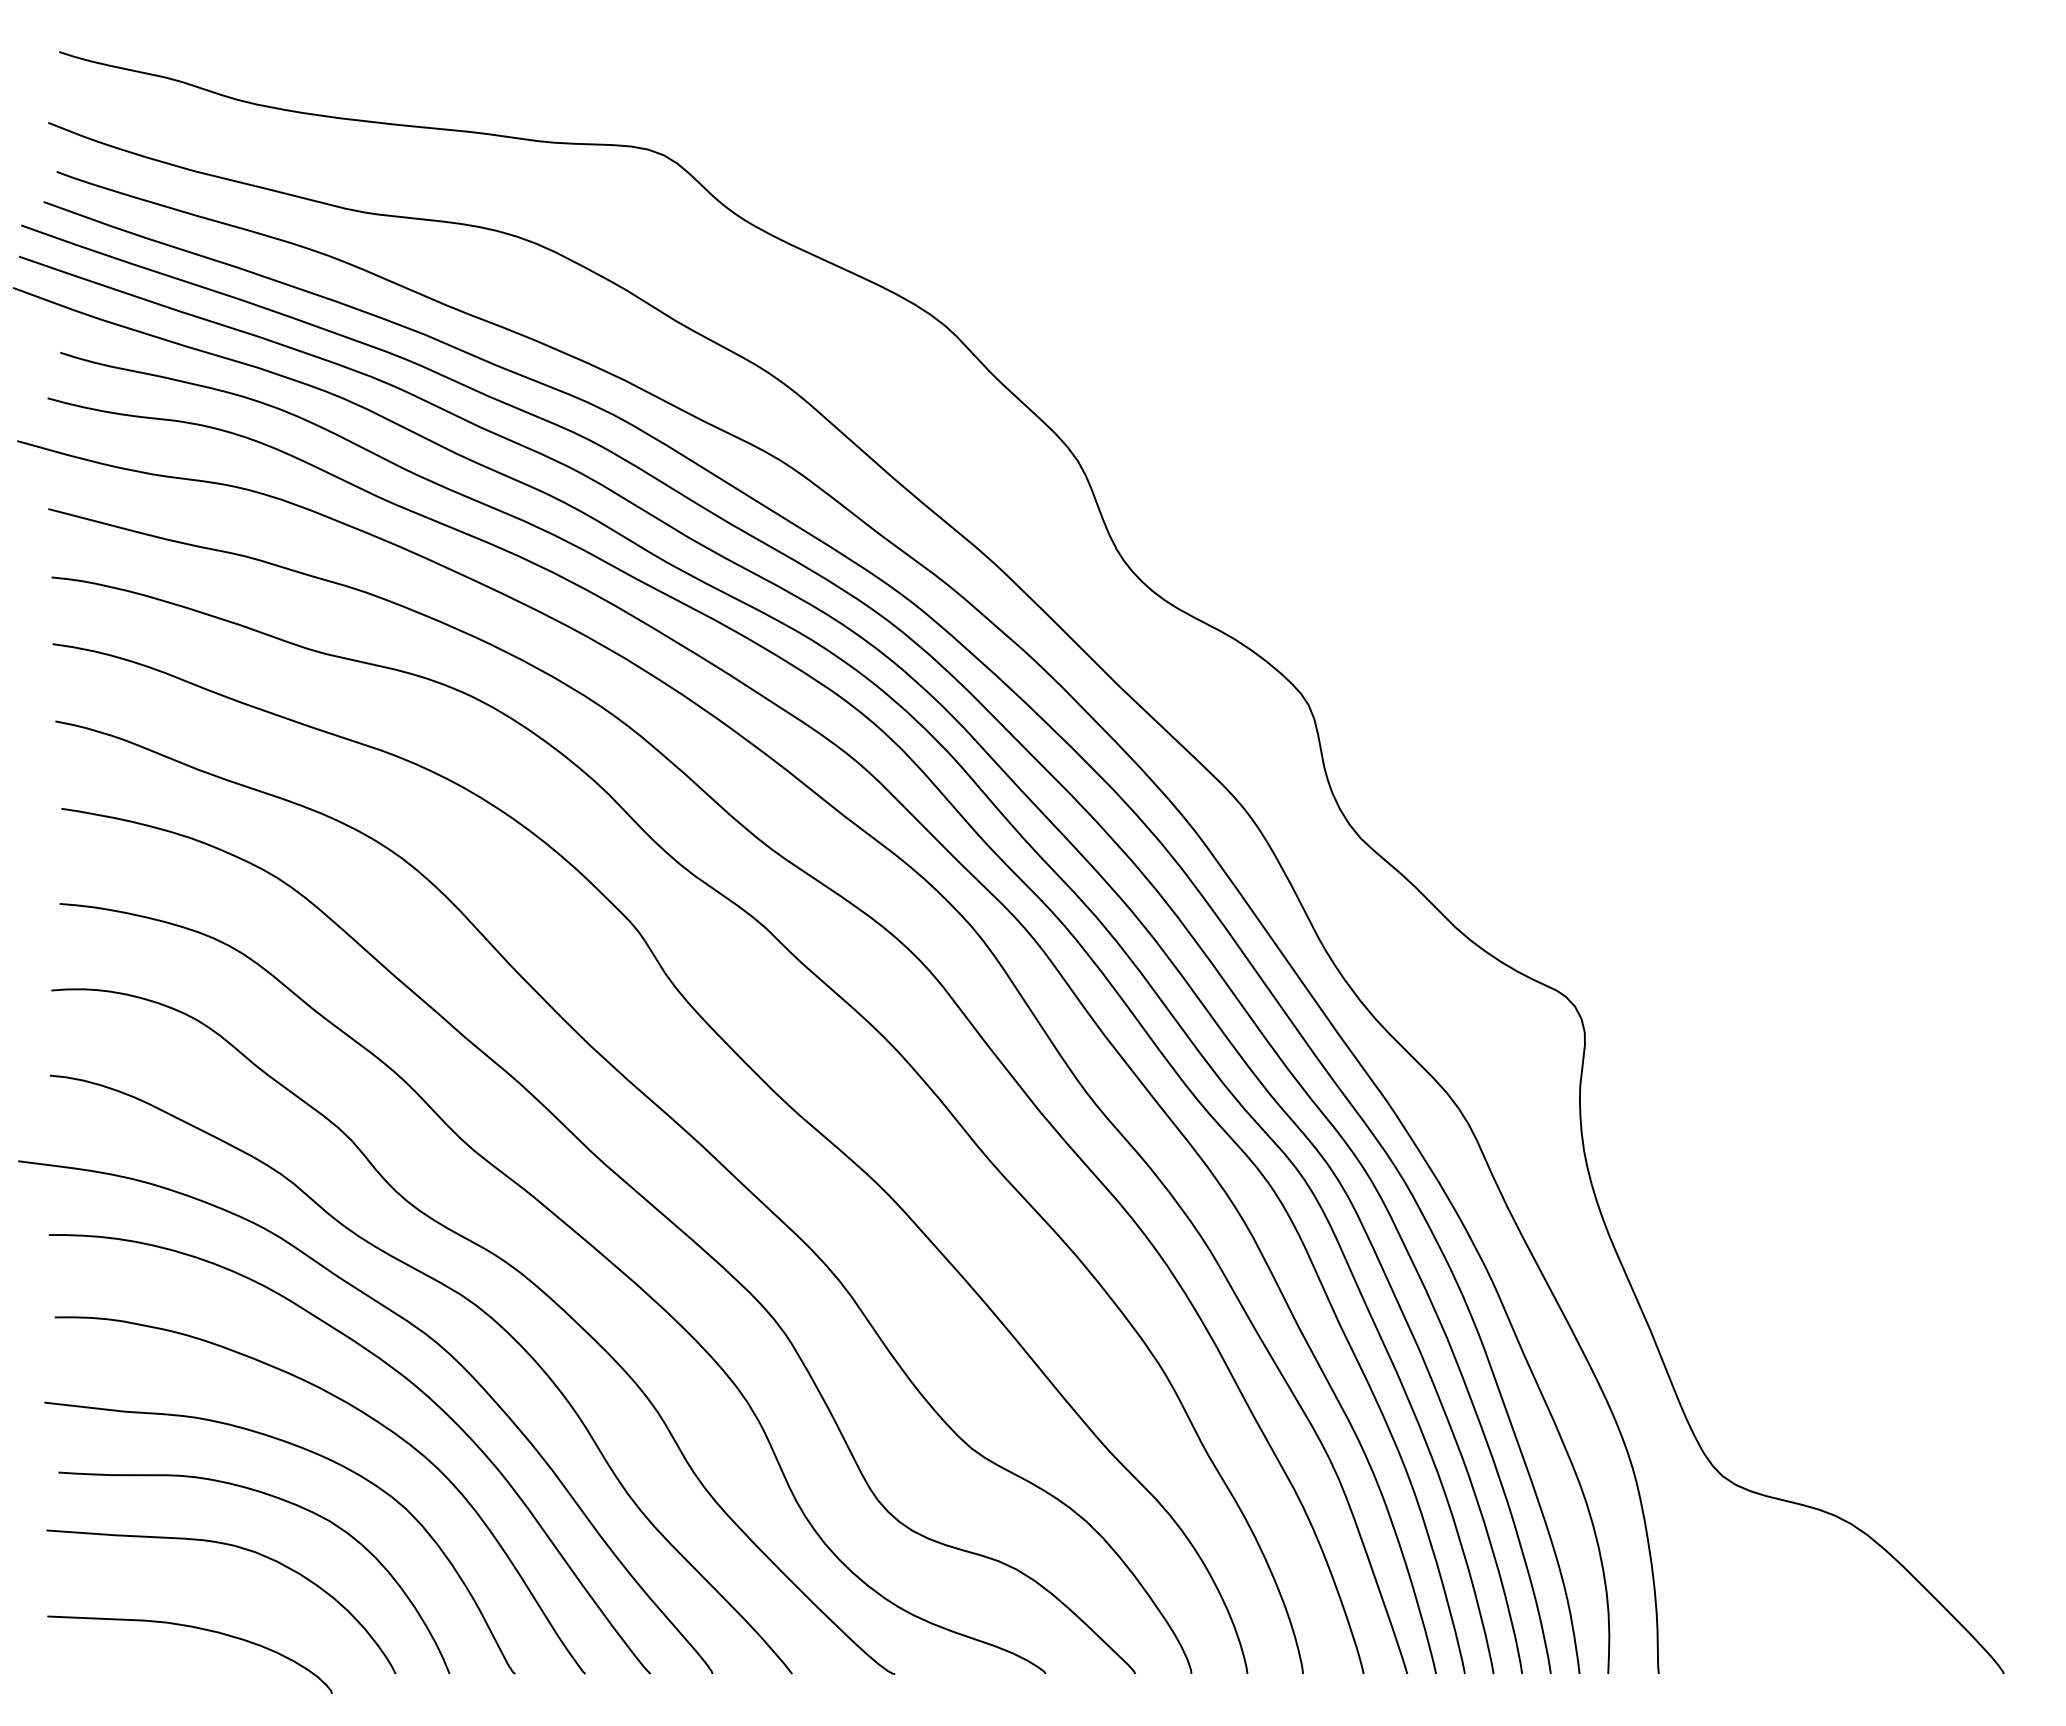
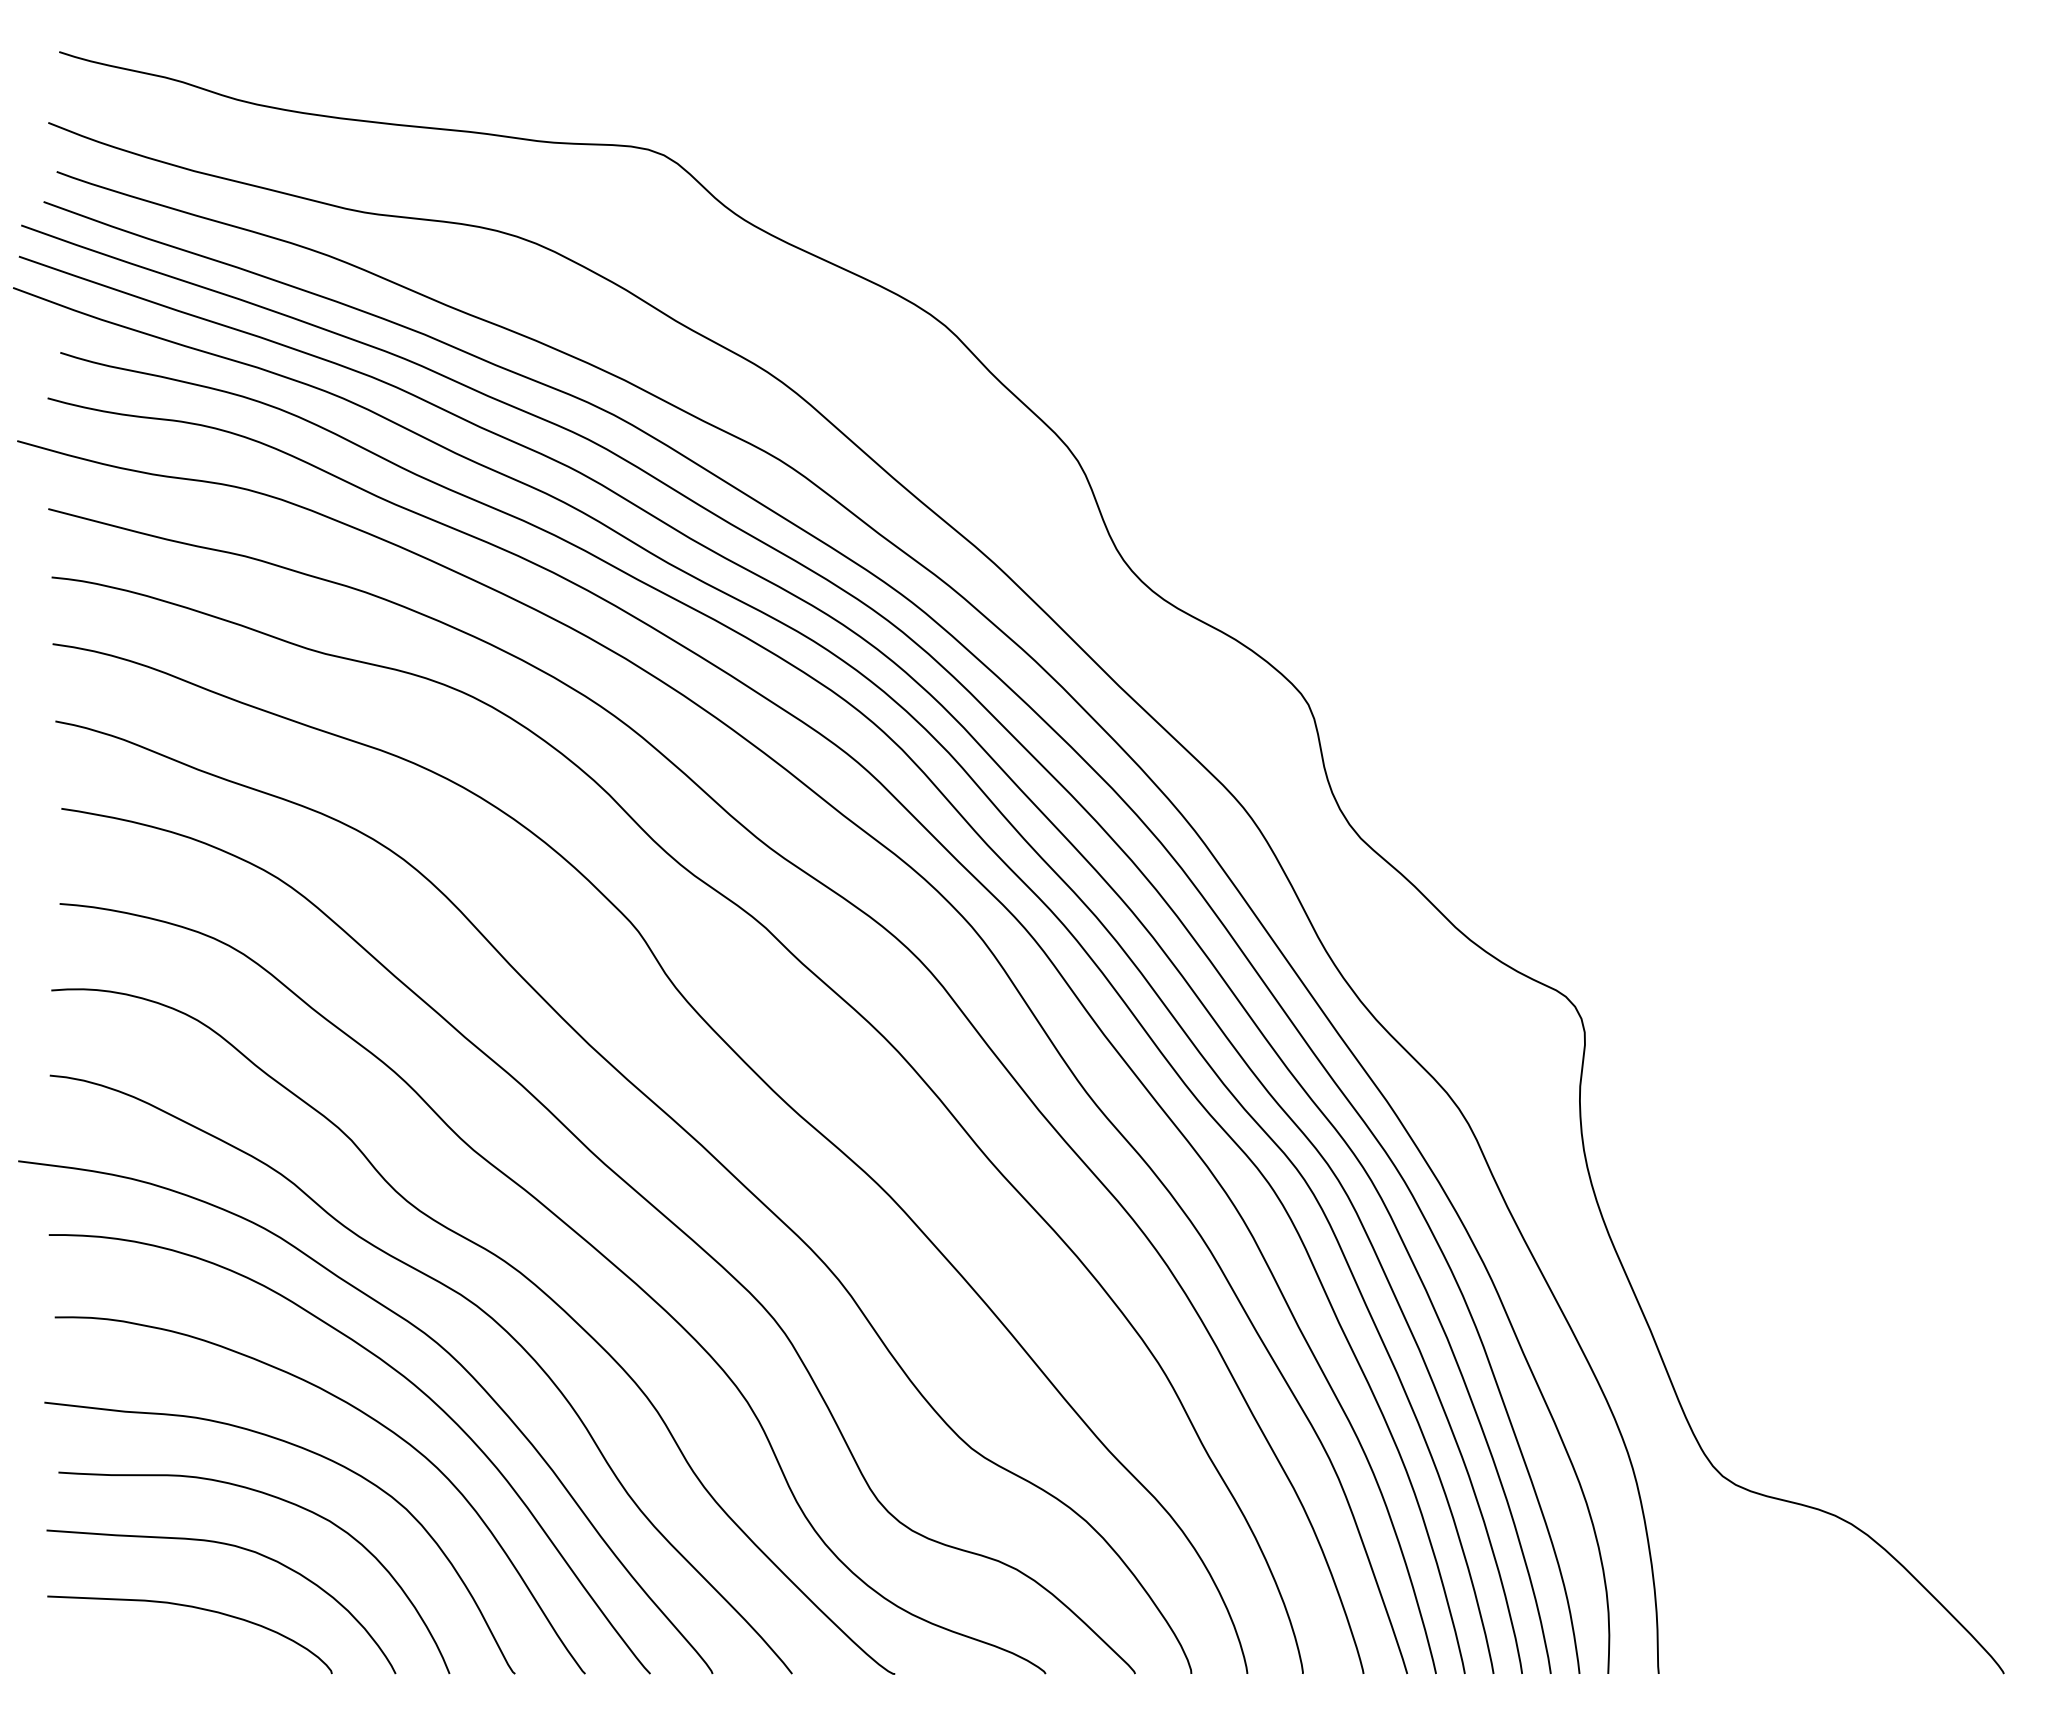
curve at (194, 1628) position: (194, 1628) -> (194, 1608)
